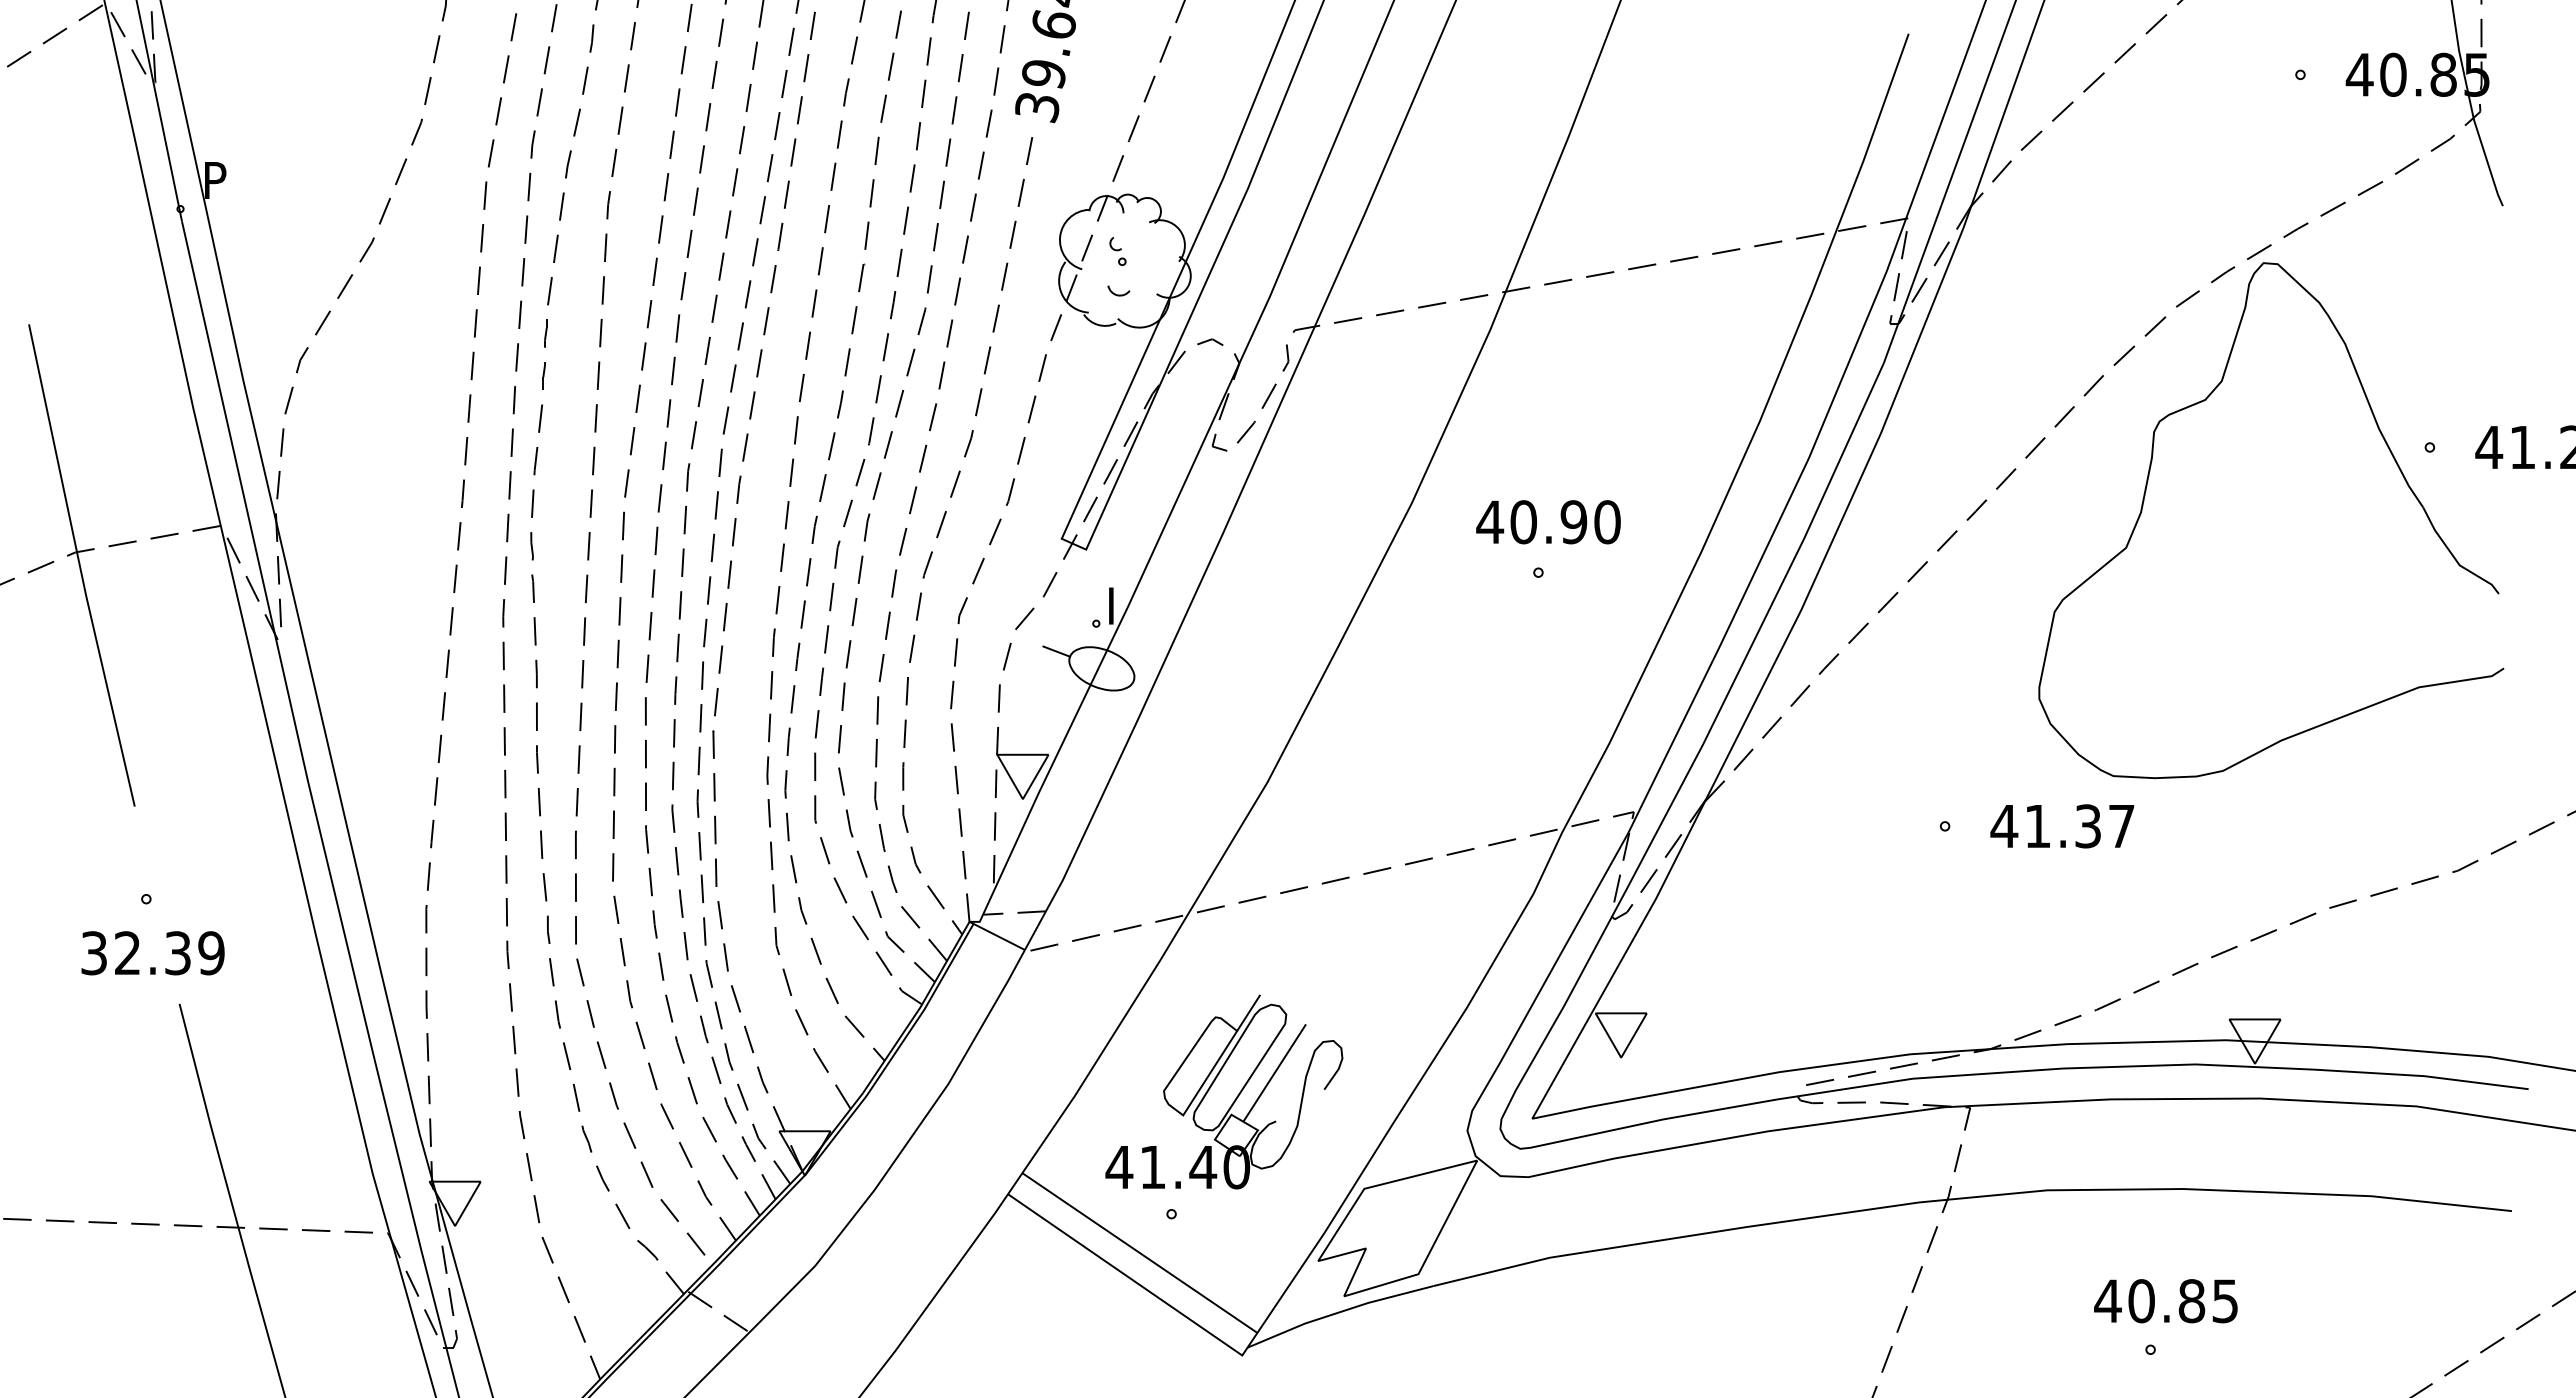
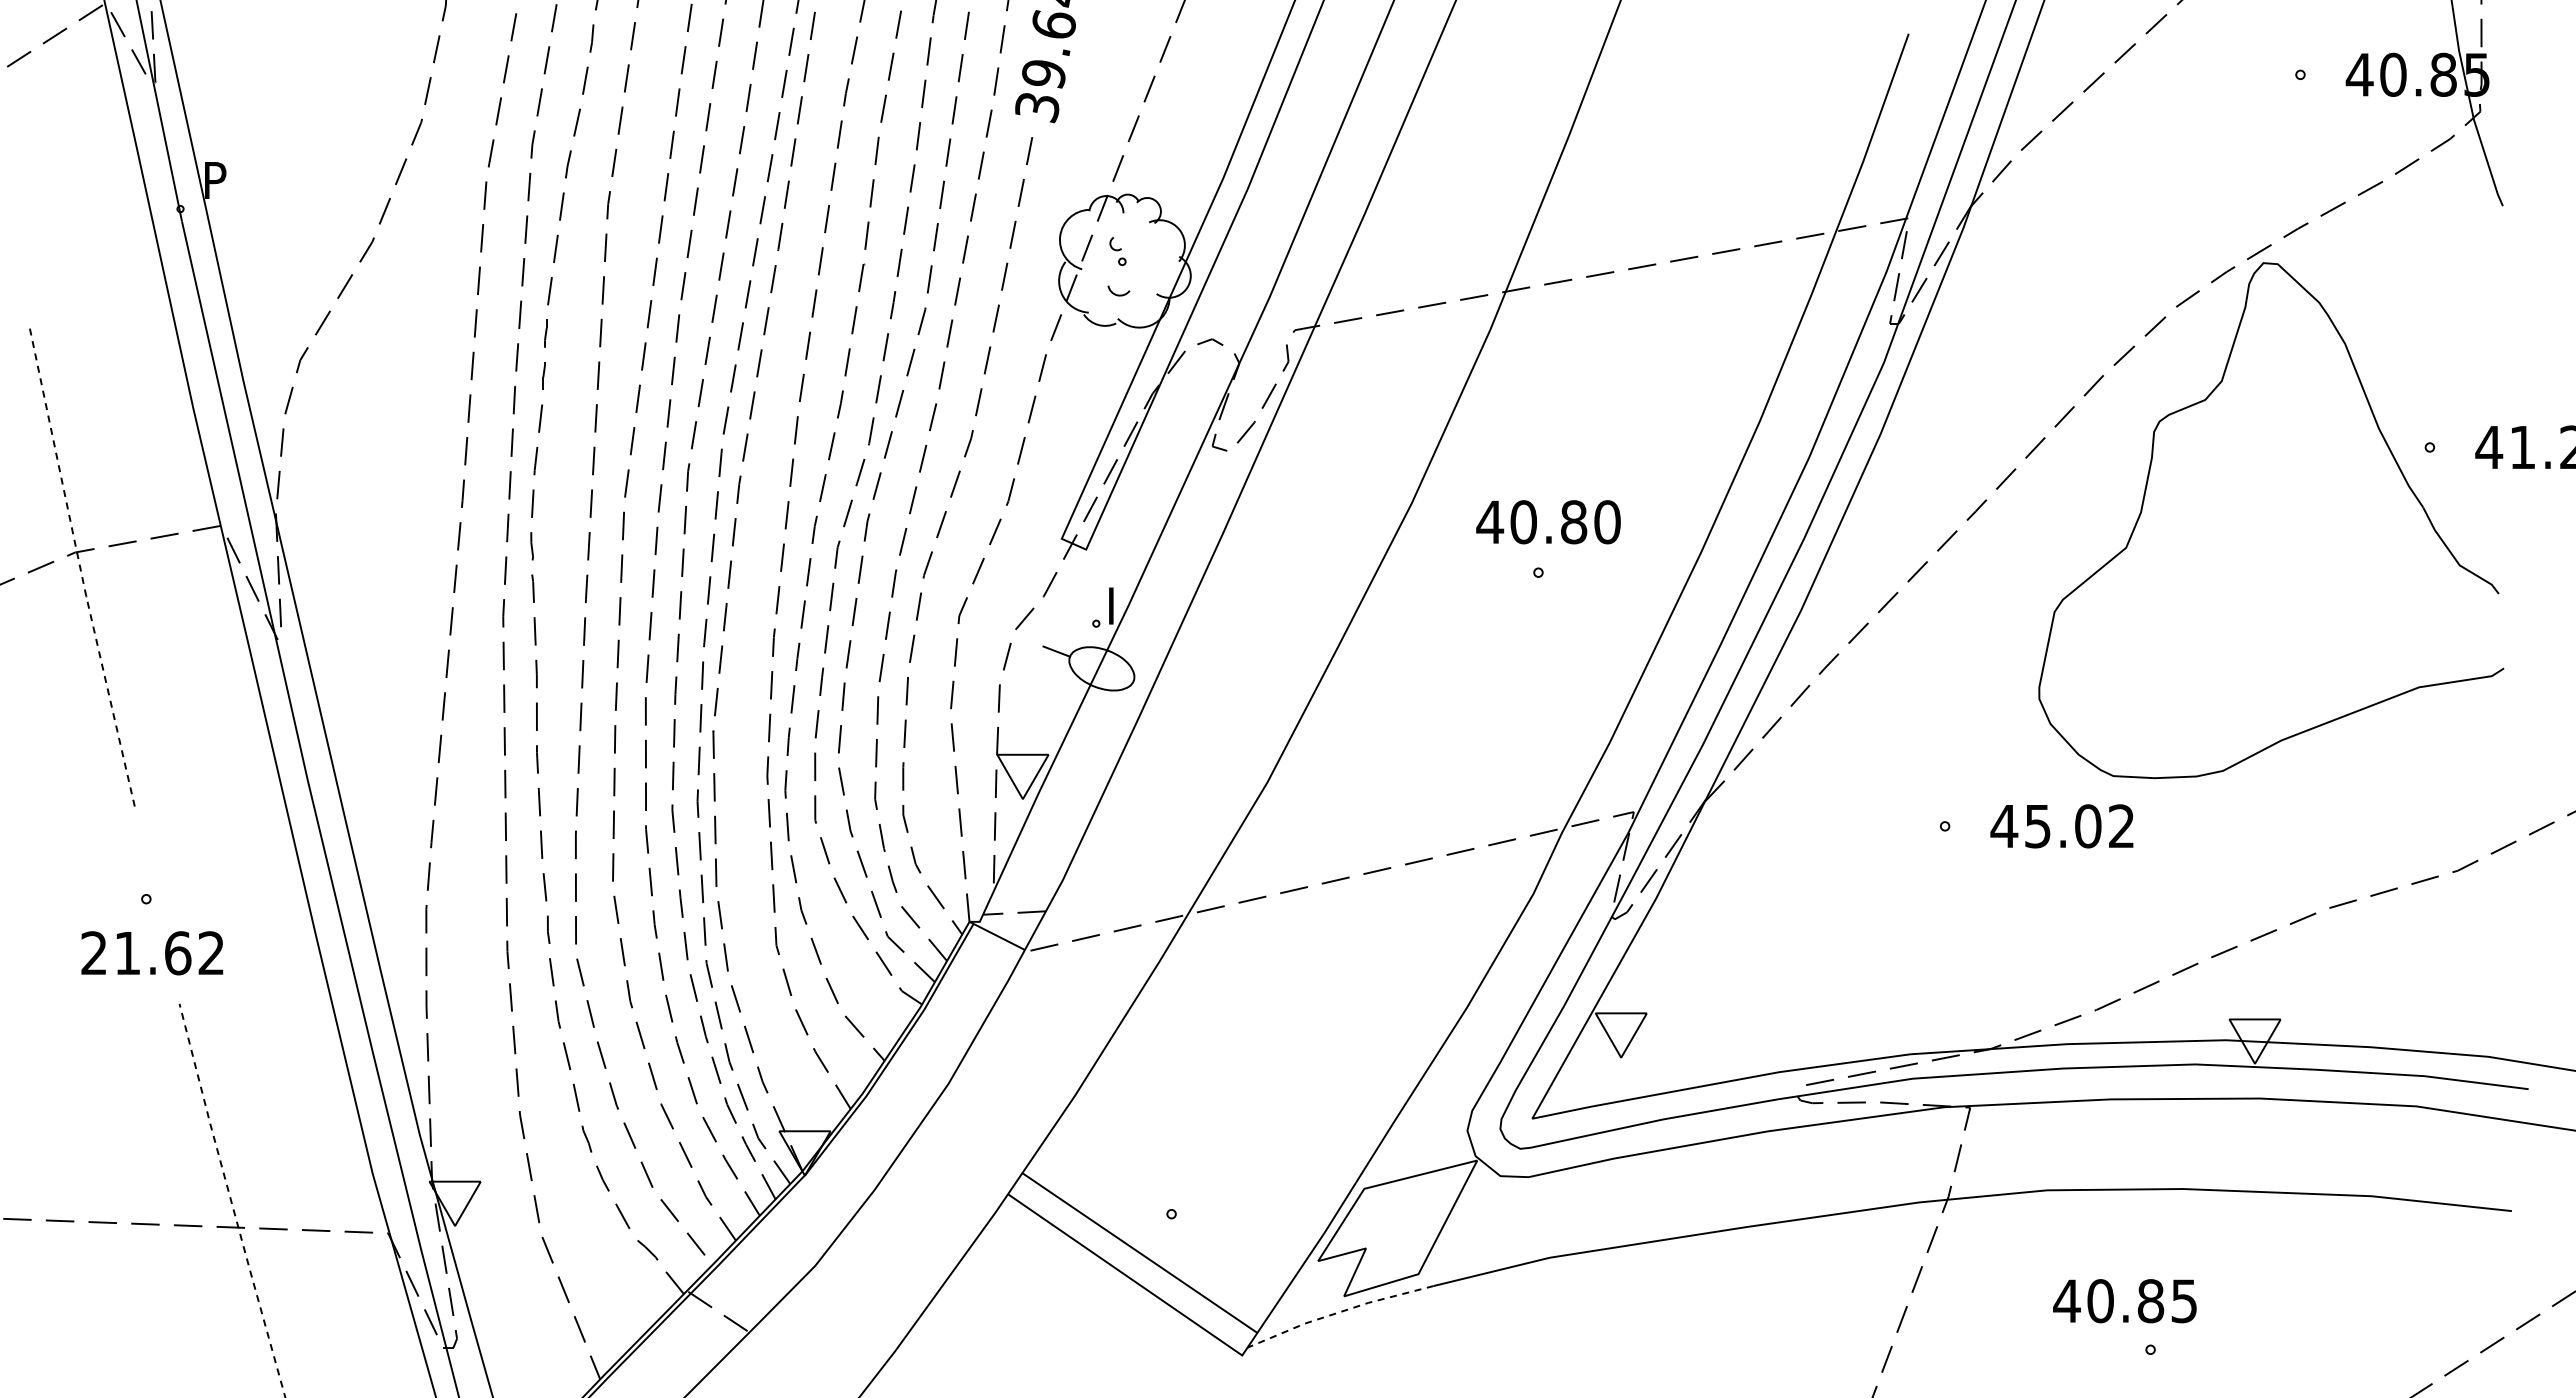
text at (1573, 522): 40.90 -> 40.80
line at (79, 566): solid -> dashed
text at (2079, 826): 41.37 -> 45.02
text at (152, 953): 32.39 -> 21.62
part at (1224, 1091): present -> none
line at (230, 1200): solid -> dashed
text at (2165, 1301) position: (2165, 1301) -> (2124, 1301)
line at (1338, 1312): solid -> dashed
